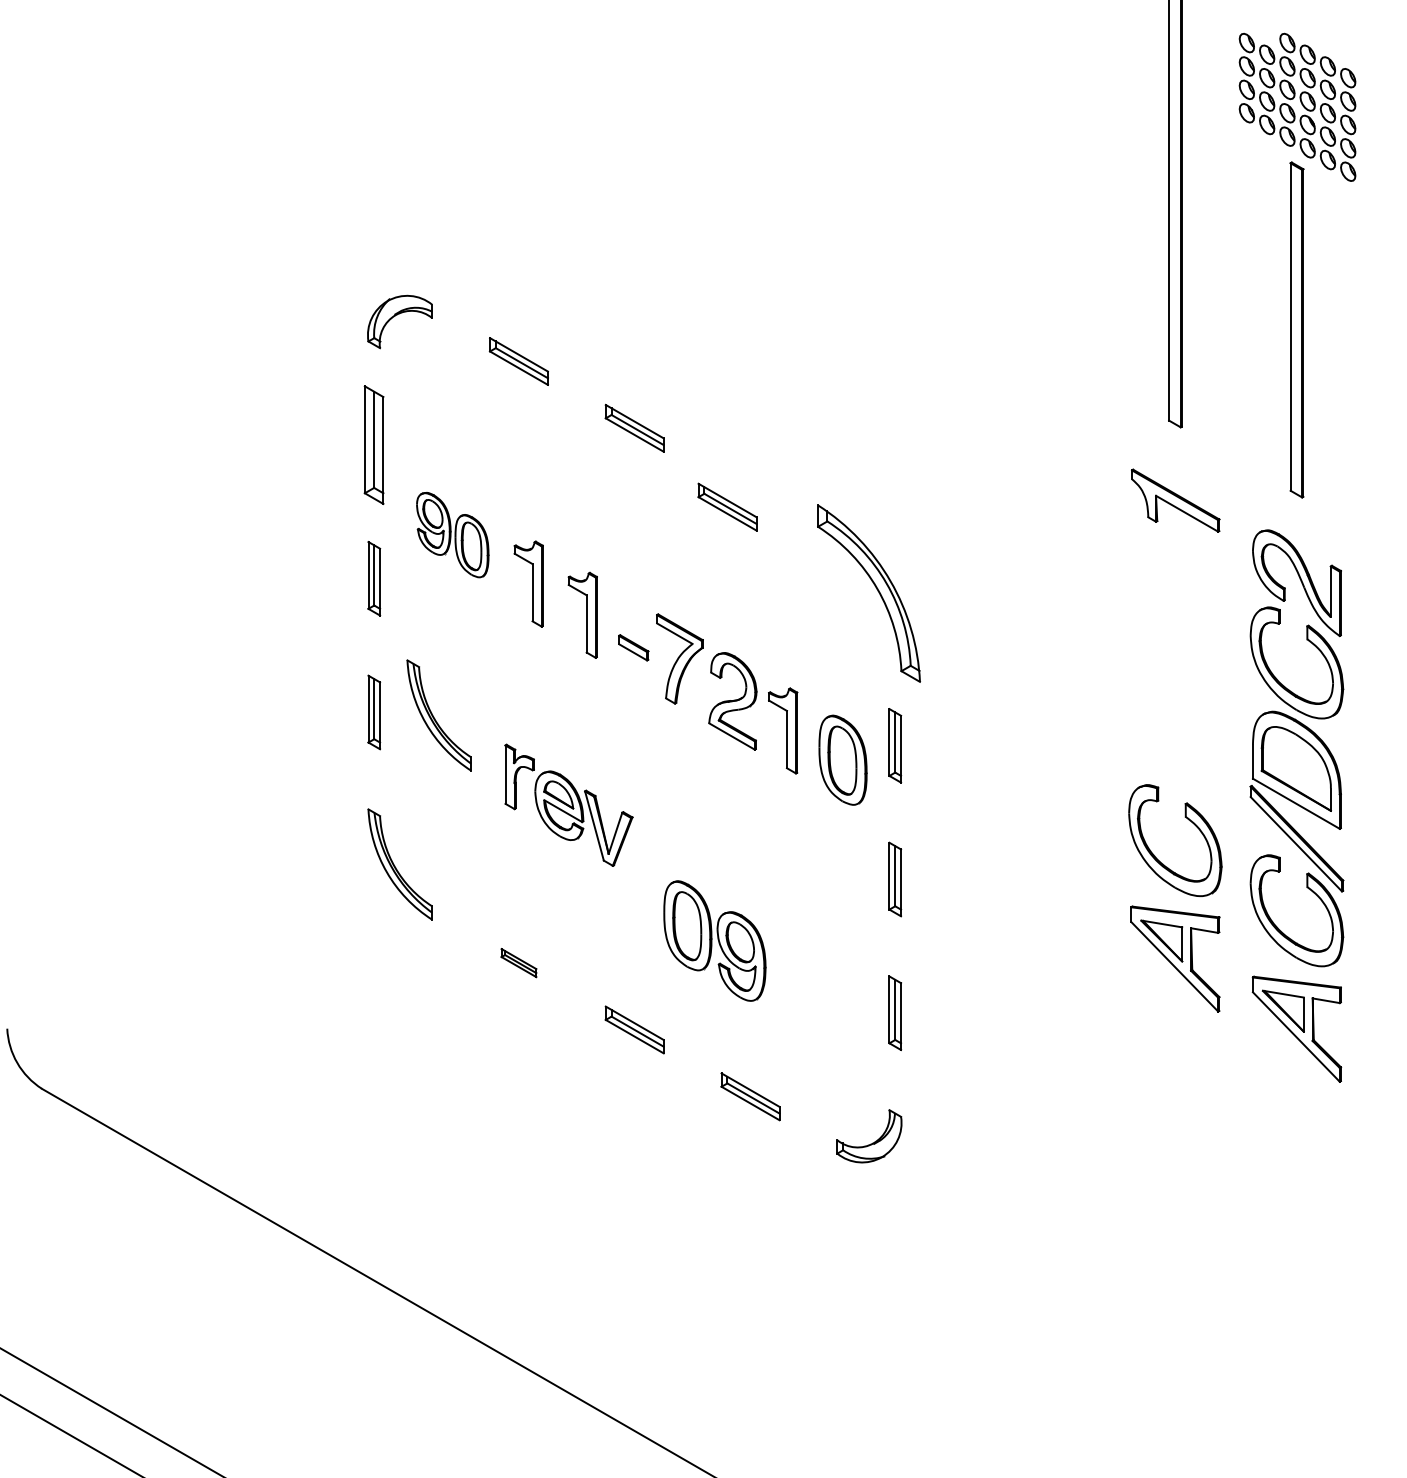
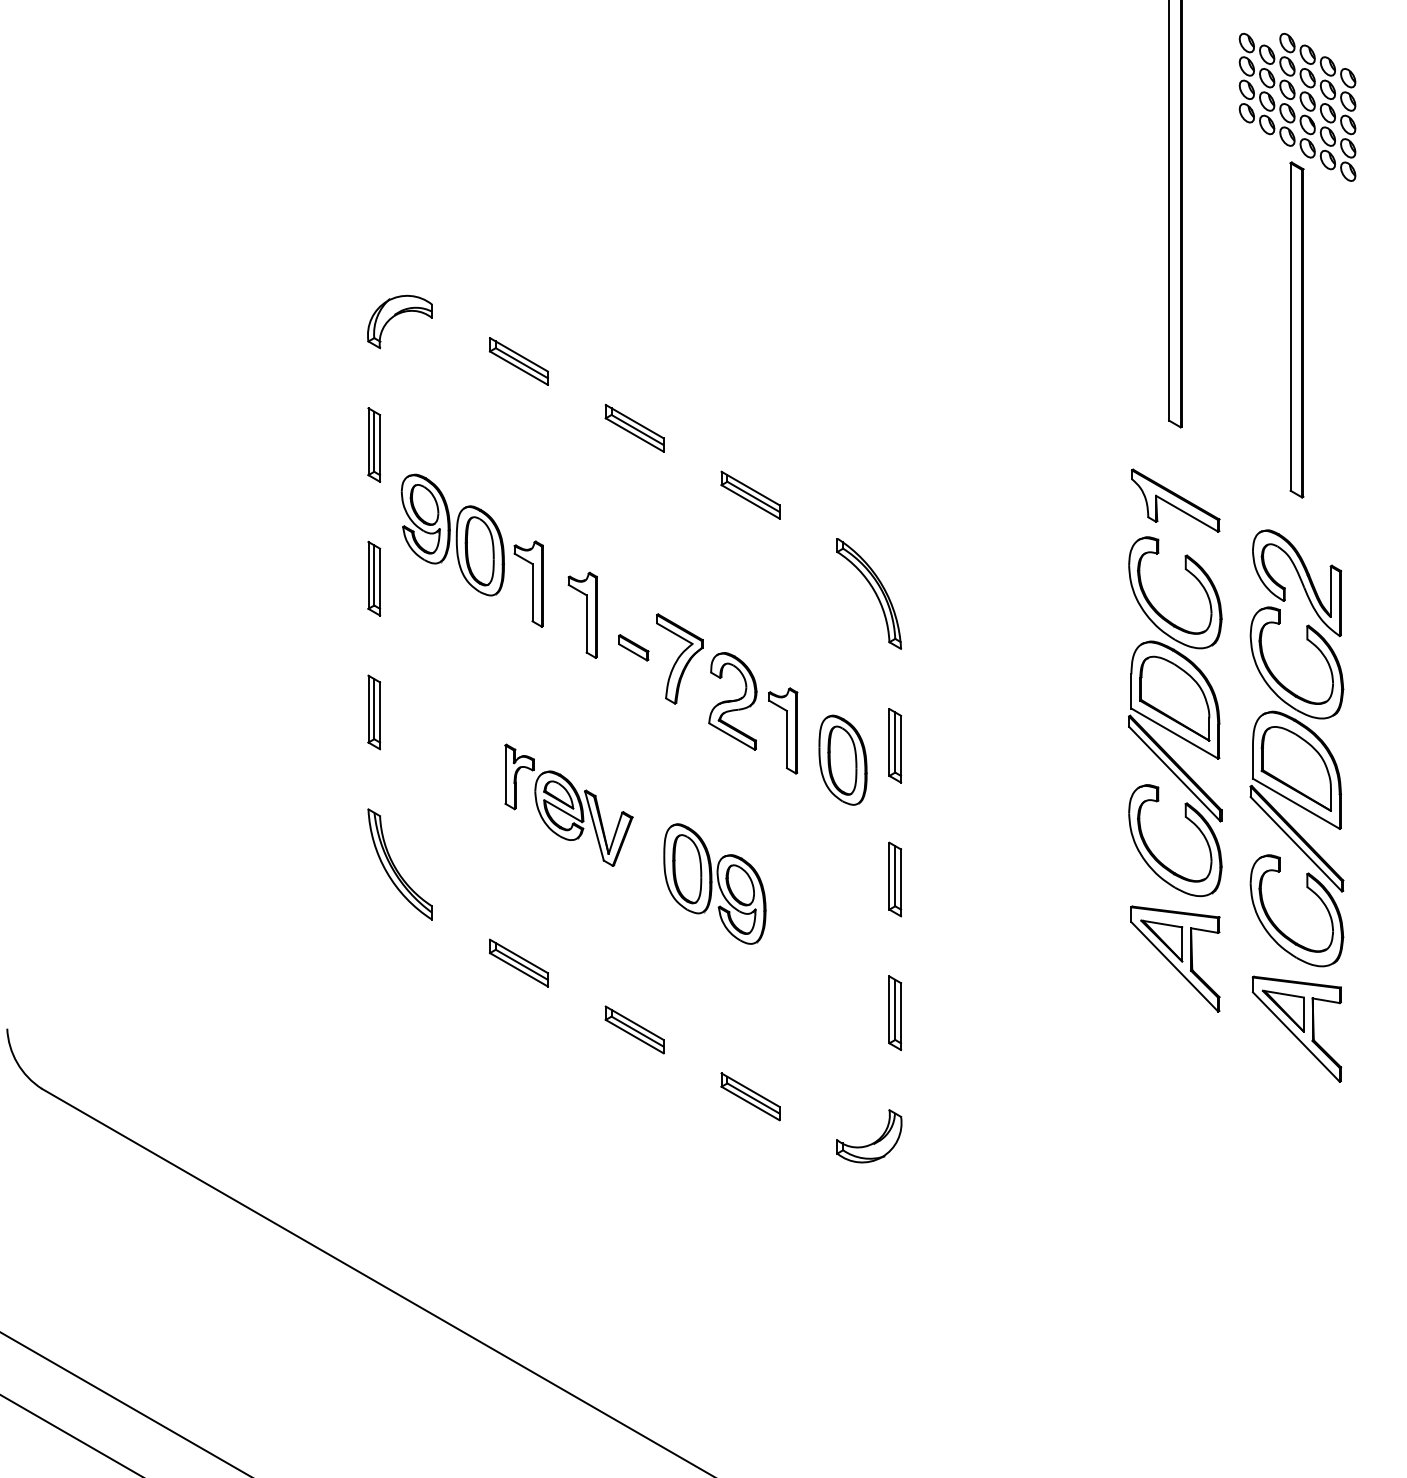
part at (373, 444) size: 22x120 px -> 15x76 px
part at (727, 506) position: (727, 506) -> (750, 494)
part at (452, 535) size: 74x87 px -> 105x124 px
part at (868, 593) size: 104x179 px -> 67x112 px
part at (1175, 679): none -> present
part at (438, 715): present -> none
part at (714, 940) position: (714, 940) -> (714, 883)
part at (518, 963) size: 38x31 px -> 60x50 px
line at (110, 1411) position: (110, 1411) -> (124, 1403)
